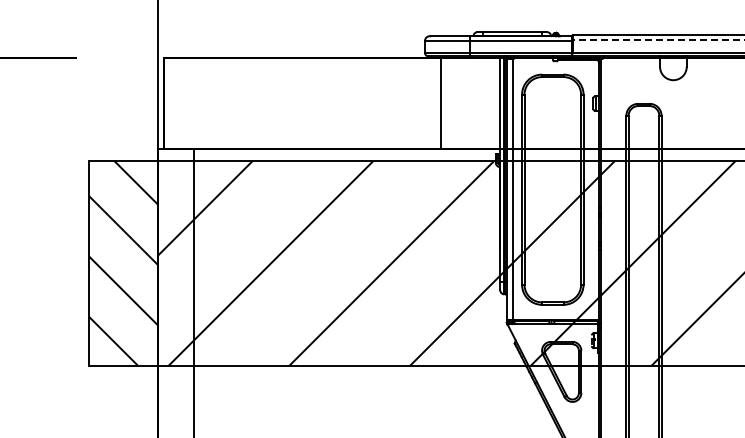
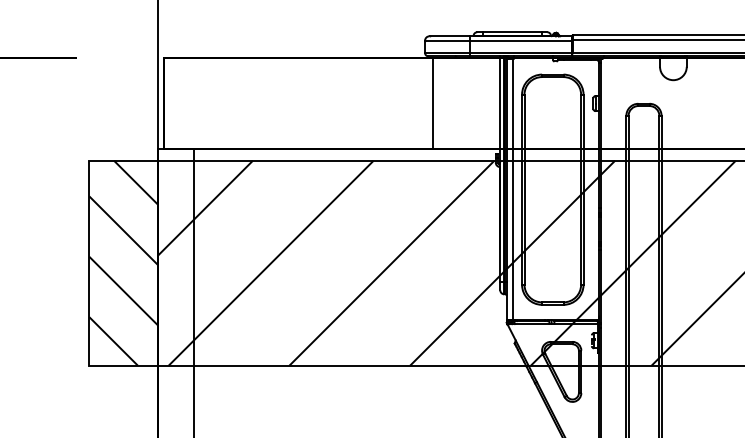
line at (658, 39): dashed -> solid
line at (441, 103) position: (441, 103) -> (433, 103)
